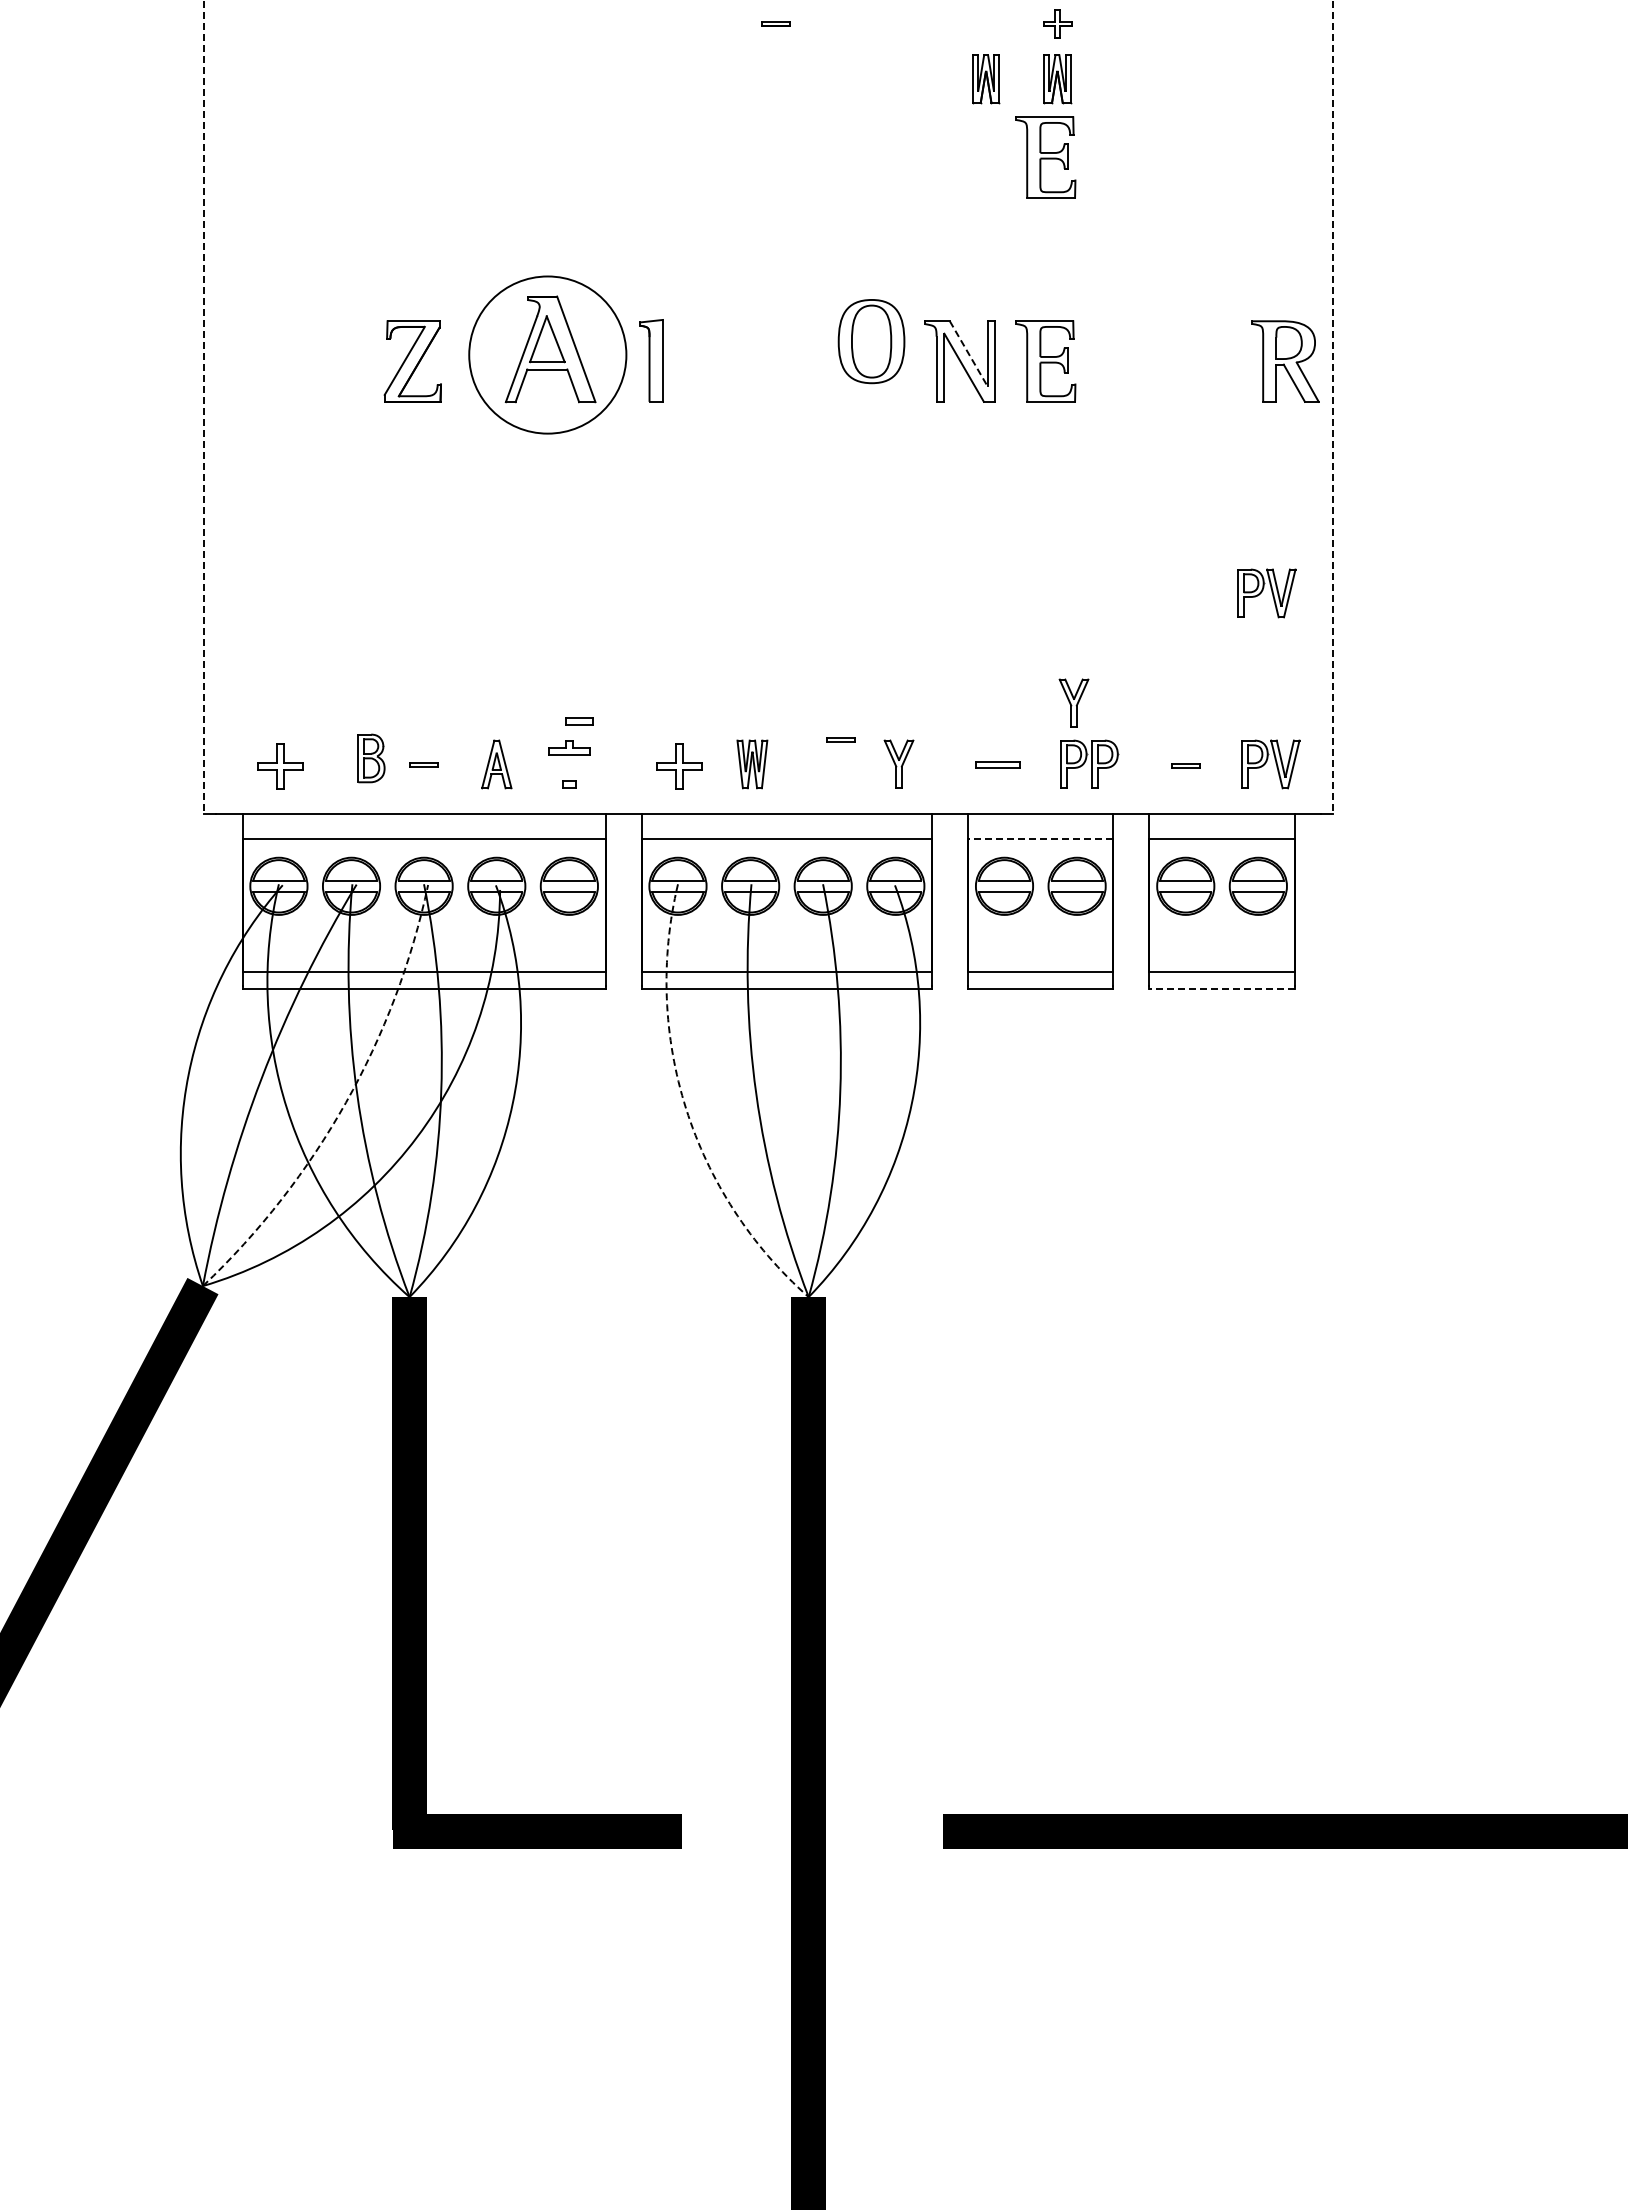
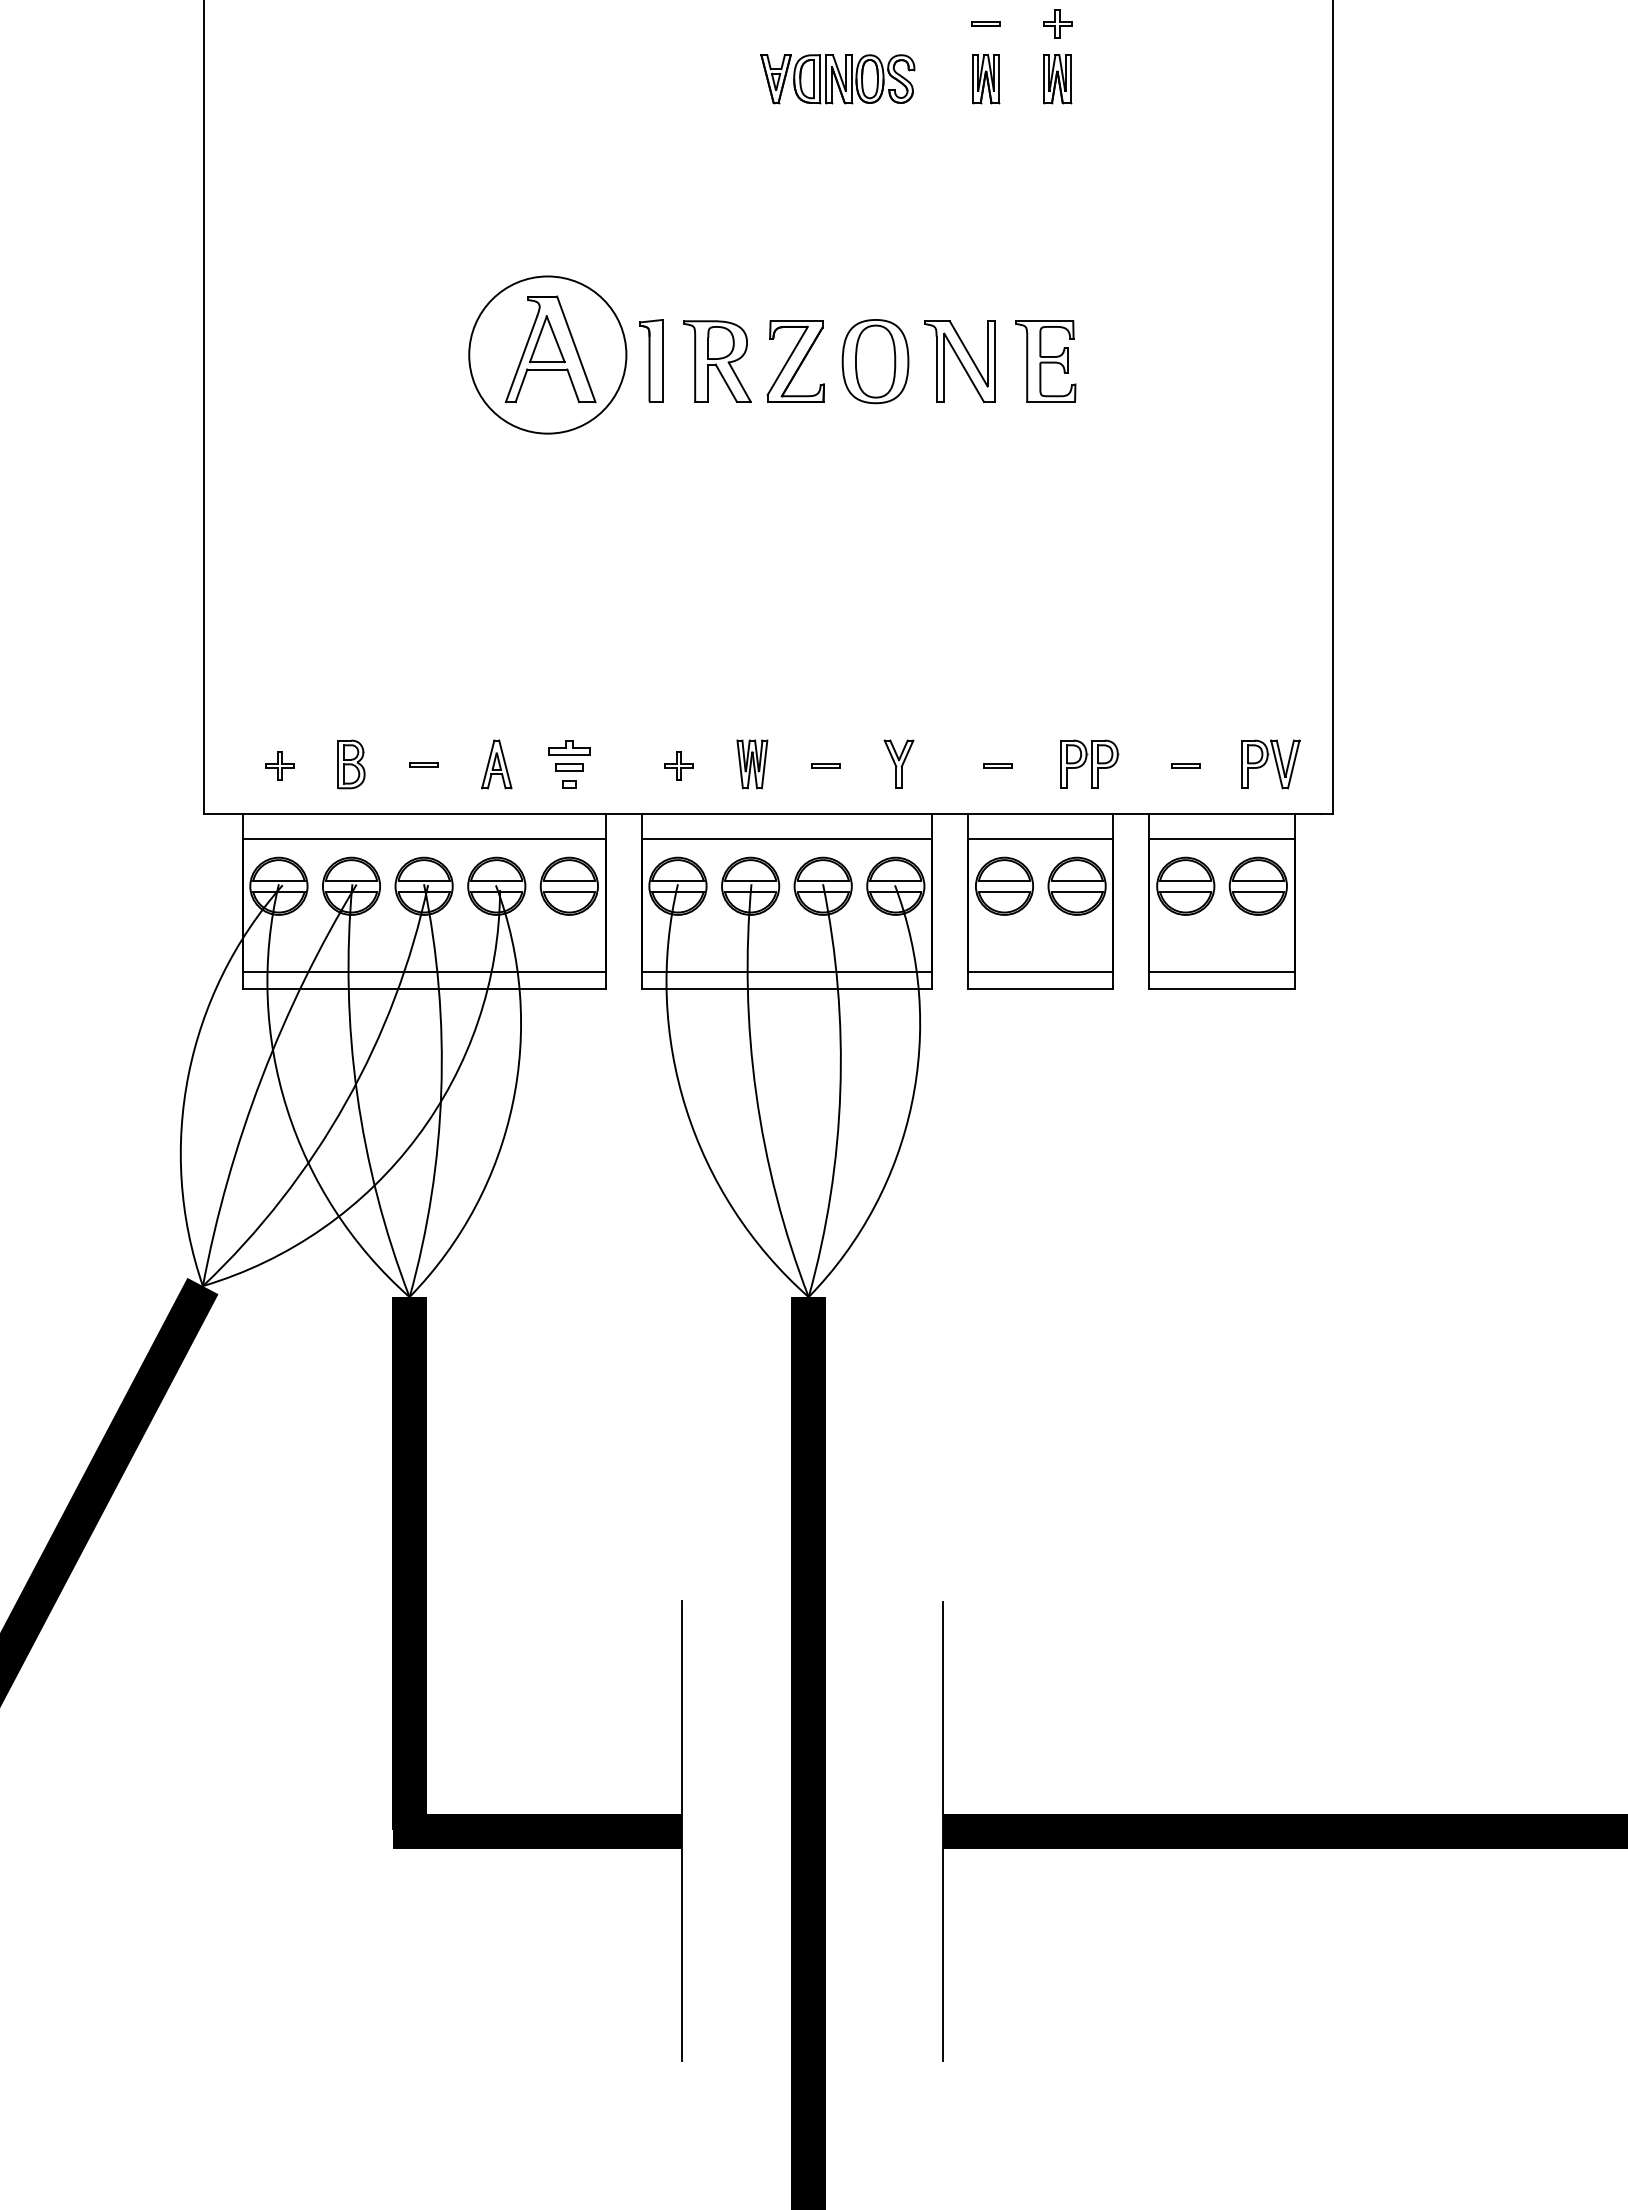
part at (775, 23) position: (775, 23) -> (985, 23)
part at (837, 79): none -> present
part at (1045, 157): present -> none
part at (871, 341) position: (871, 341) -> (875, 361)
line at (968, 353): dashed -> solid
part at (412, 361) position: (412, 361) -> (795, 361)
part at (1285, 361) position: (1285, 361) -> (717, 361)
line at (204, 407): dashed -> solid
line at (1333, 407): dashed -> solid
part at (1266, 593): present -> none
part at (1073, 702): present -> none
part at (579, 721) position: (579, 721) -> (569, 767)
part at (840, 739) position: (840, 739) -> (825, 765)
part at (371, 758) position: (371, 758) -> (351, 764)
part at (997, 764) size: 46x8 px -> 30x6 px
part at (280, 766) size: 47x47 px -> 30x30 px
part at (679, 766) size: 47x47 px -> 30x30 px
line at (1040, 838): dashed -> solid
line at (1222, 989): dashed -> solid
arc at (346, 1102): dashed -> solid
arc at (686, 1108): dashed -> solid
line at (682, 1830): none -> present
line at (943, 1830): none -> present
